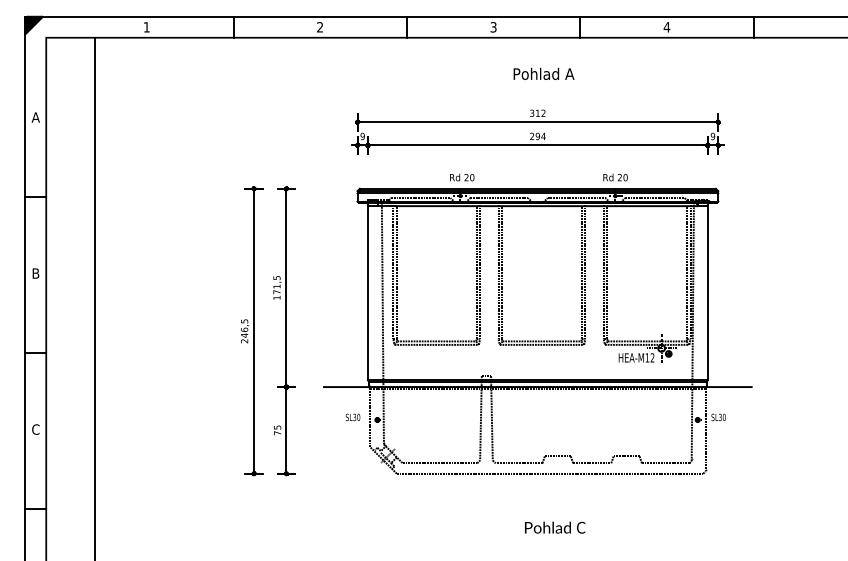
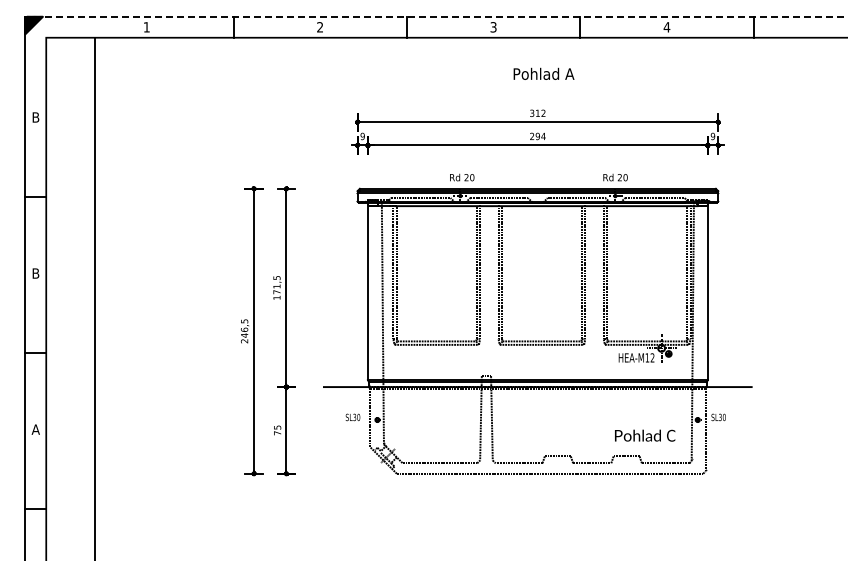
line at (436, 16): solid -> dashed
text at (35, 117): A -> B
text at (35, 429): C -> A
text at (555, 527) position: (555, 527) -> (645, 435)
